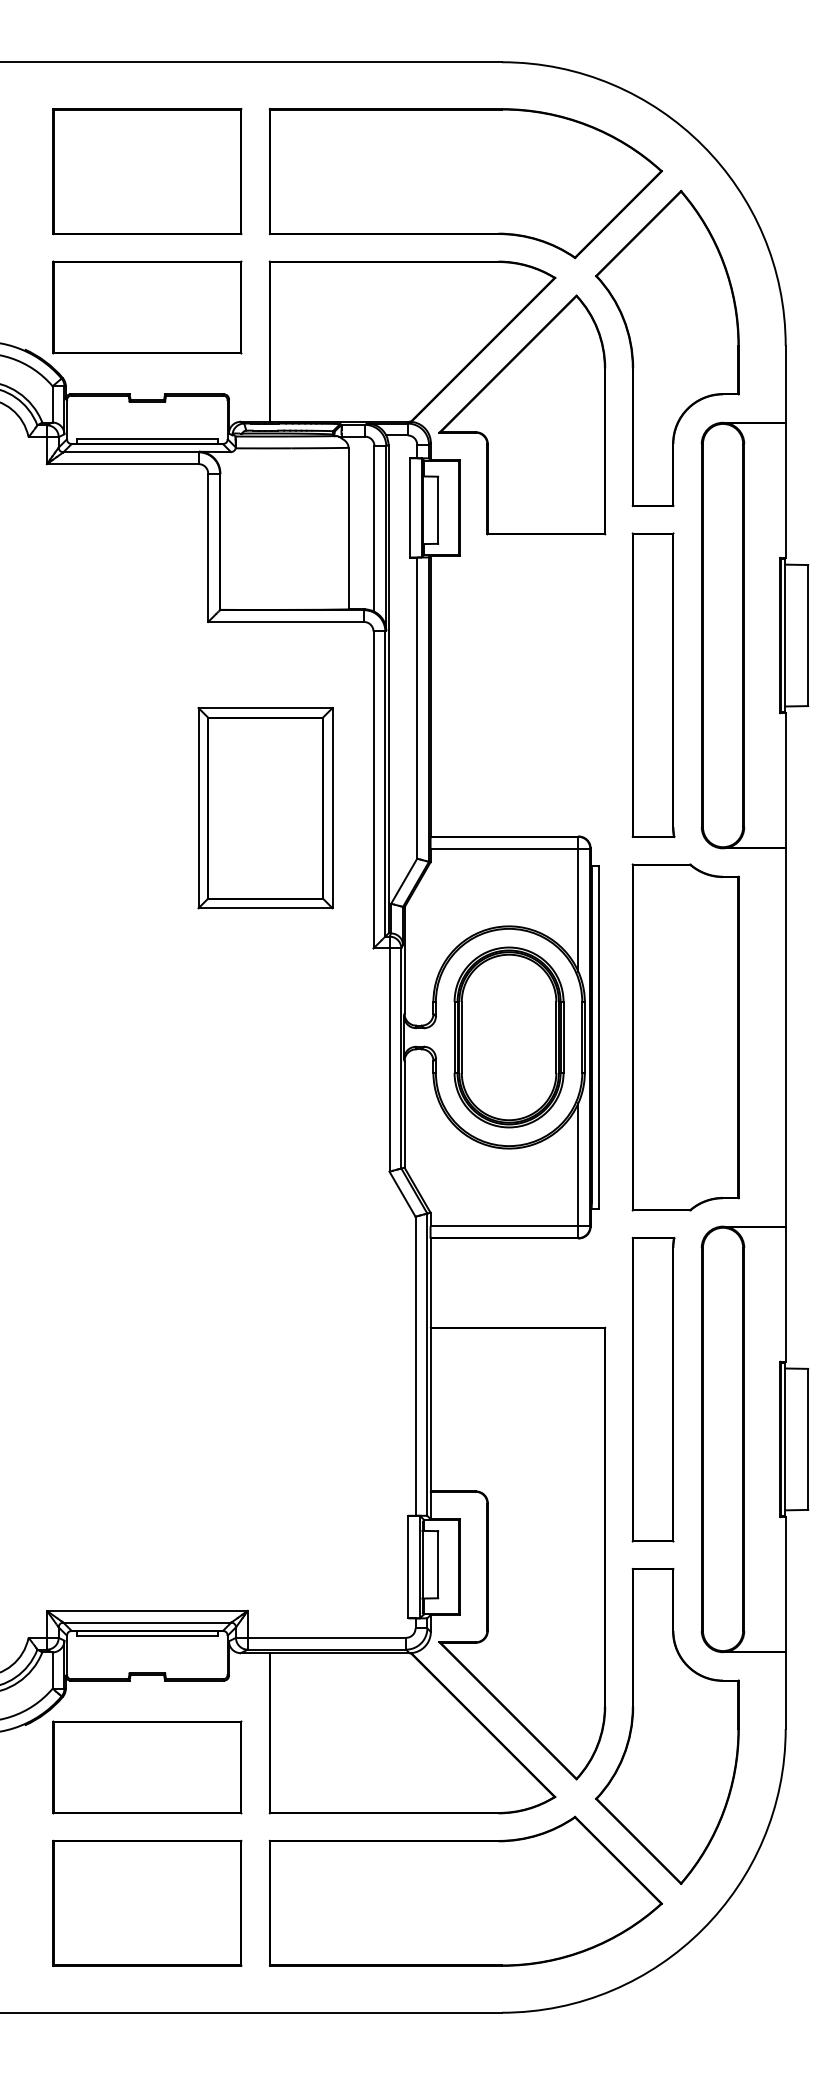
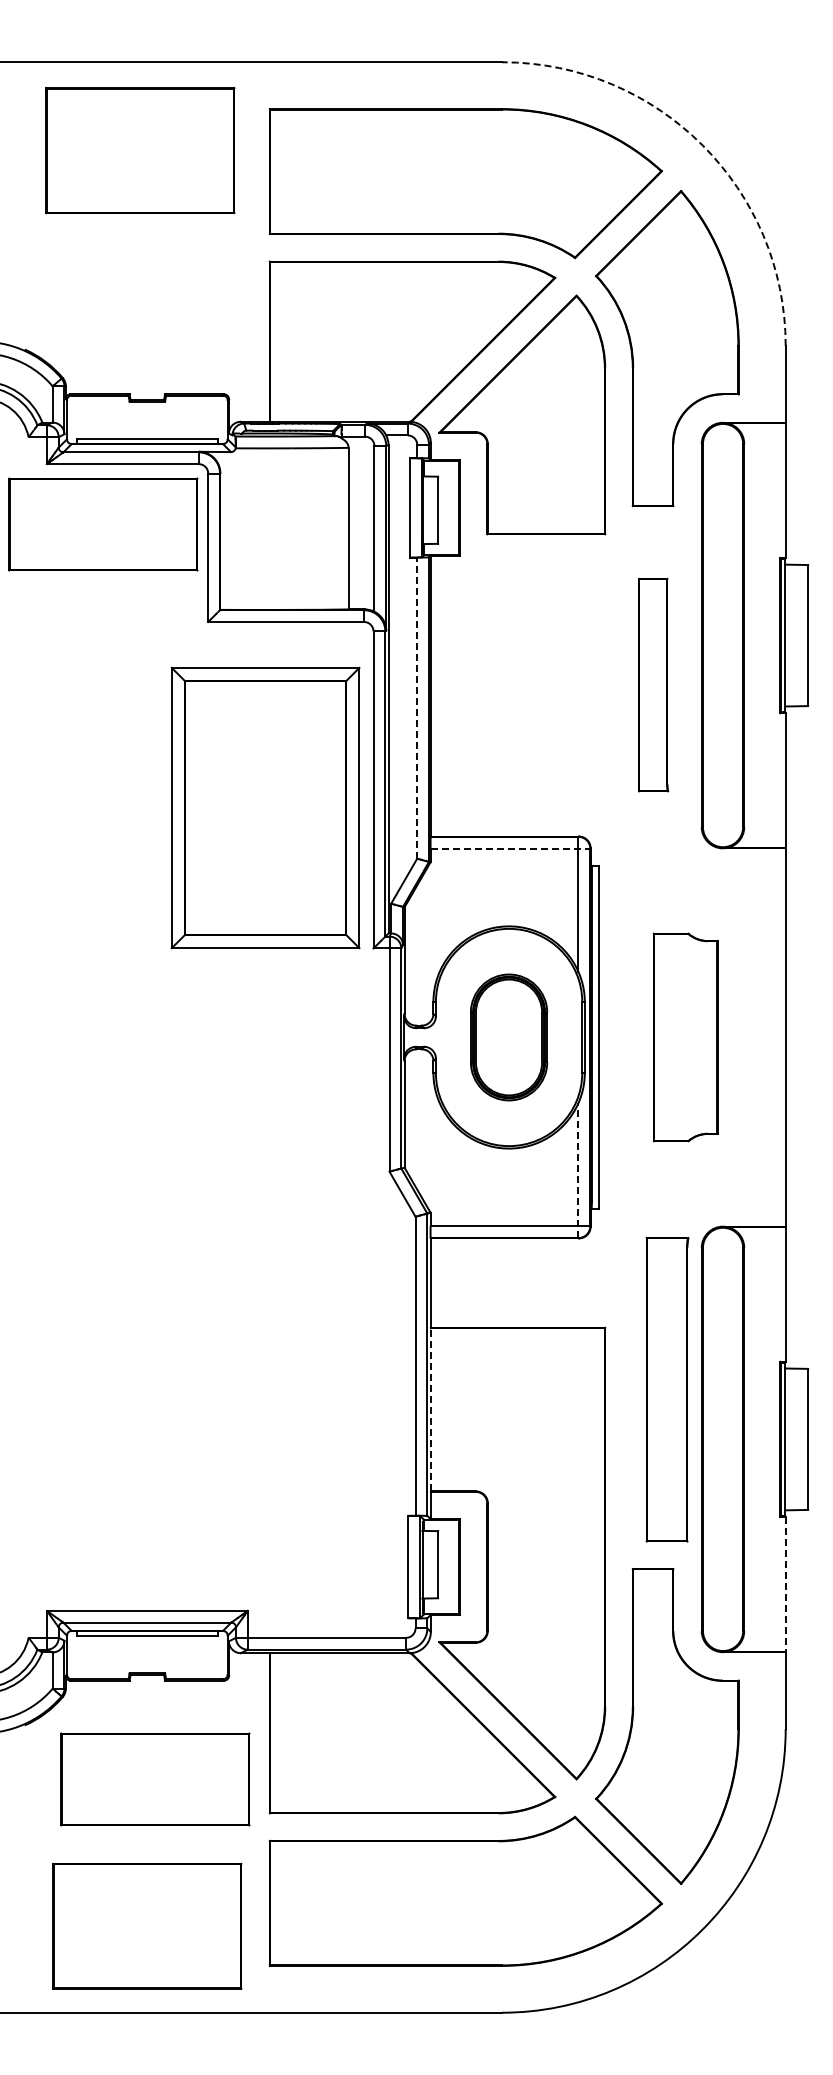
arc at (702, 145): solid -> dashed
part at (147, 171) position: (147, 171) -> (140, 150)
part at (147, 307) position: (147, 307) -> (103, 524)
part at (653, 684) size: 45x306 px -> 32x216 px
line at (417, 708): solid -> dashed
part at (265, 808) size: 137x203 px -> 191x284 px
line at (510, 848): solid -> dashed
part at (508, 1037) size: 112x183 px -> 79x129 px
part at (685, 1037) size: 109x349 px -> 67x211 px
line at (578, 1170): solid -> dashed
part at (653, 1389) position: (653, 1389) -> (667, 1389)
line at (431, 1409): solid -> dashed
line at (785, 1584): solid -> dashed
part at (147, 1767) position: (147, 1767) -> (155, 1779)
part at (147, 1902) position: (147, 1902) -> (147, 1925)
